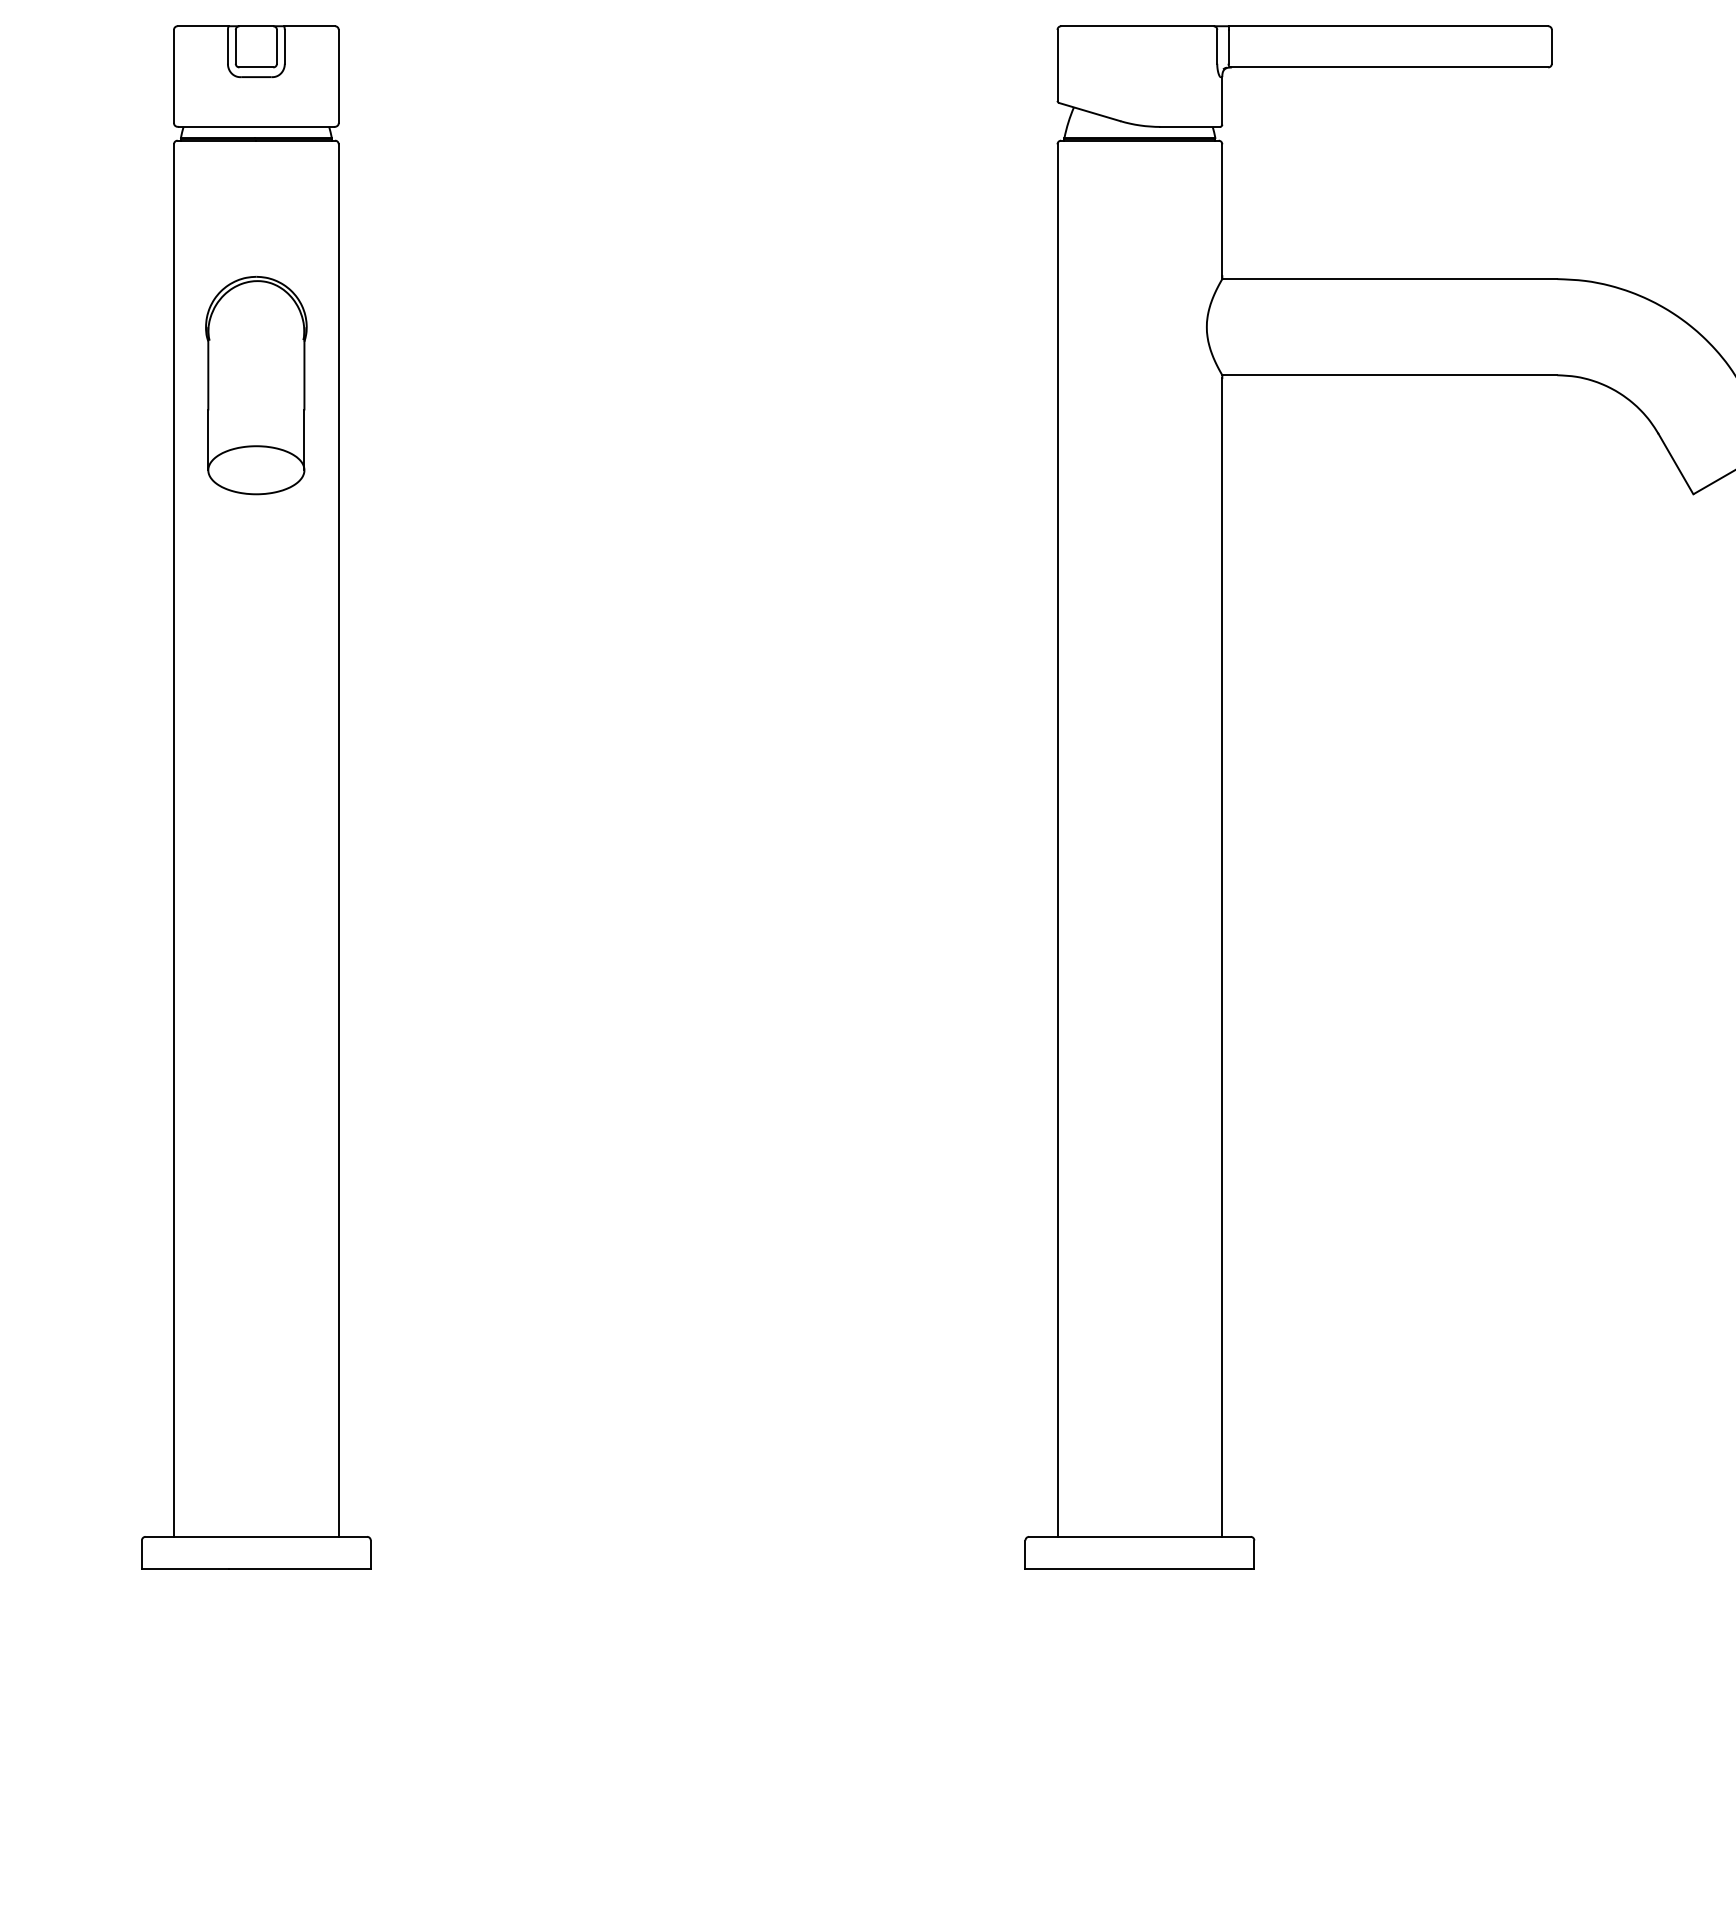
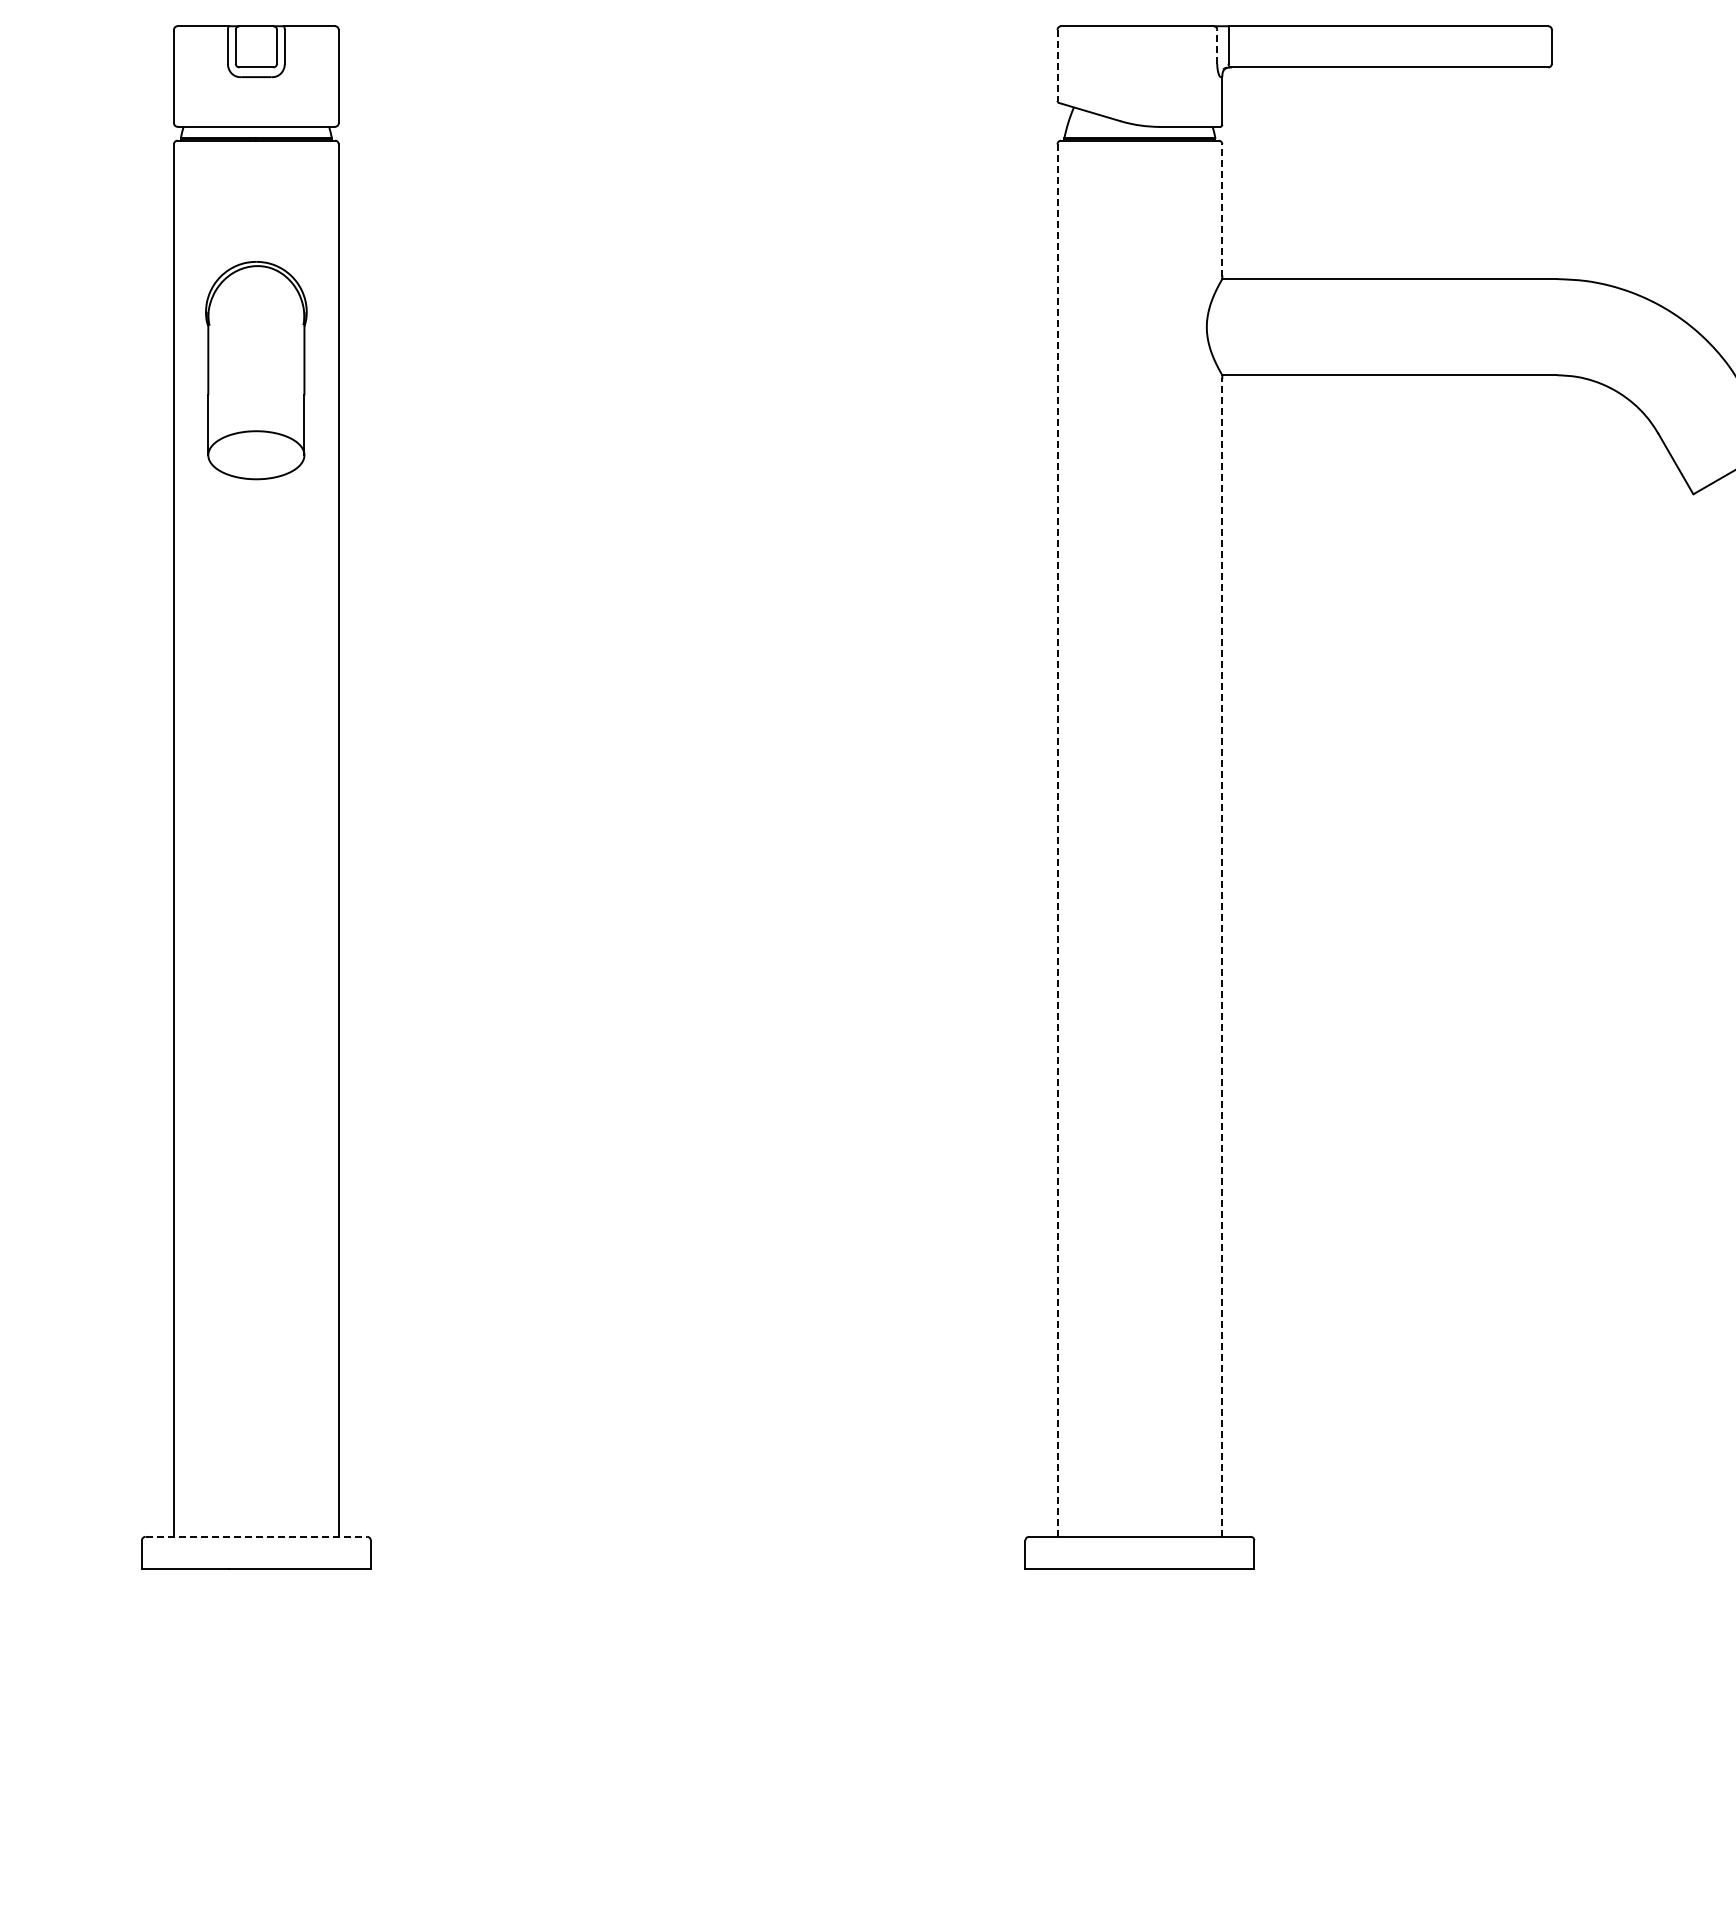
line at (1217, 46): solid -> dashed
line at (1057, 65): solid -> dashed
line at (1222, 210): solid -> dashed
part at (256, 385) position: (256, 385) -> (256, 370)
line at (1057, 841): solid -> dashed
line at (1222, 957): solid -> dashed
line at (256, 1536): solid -> dashed
